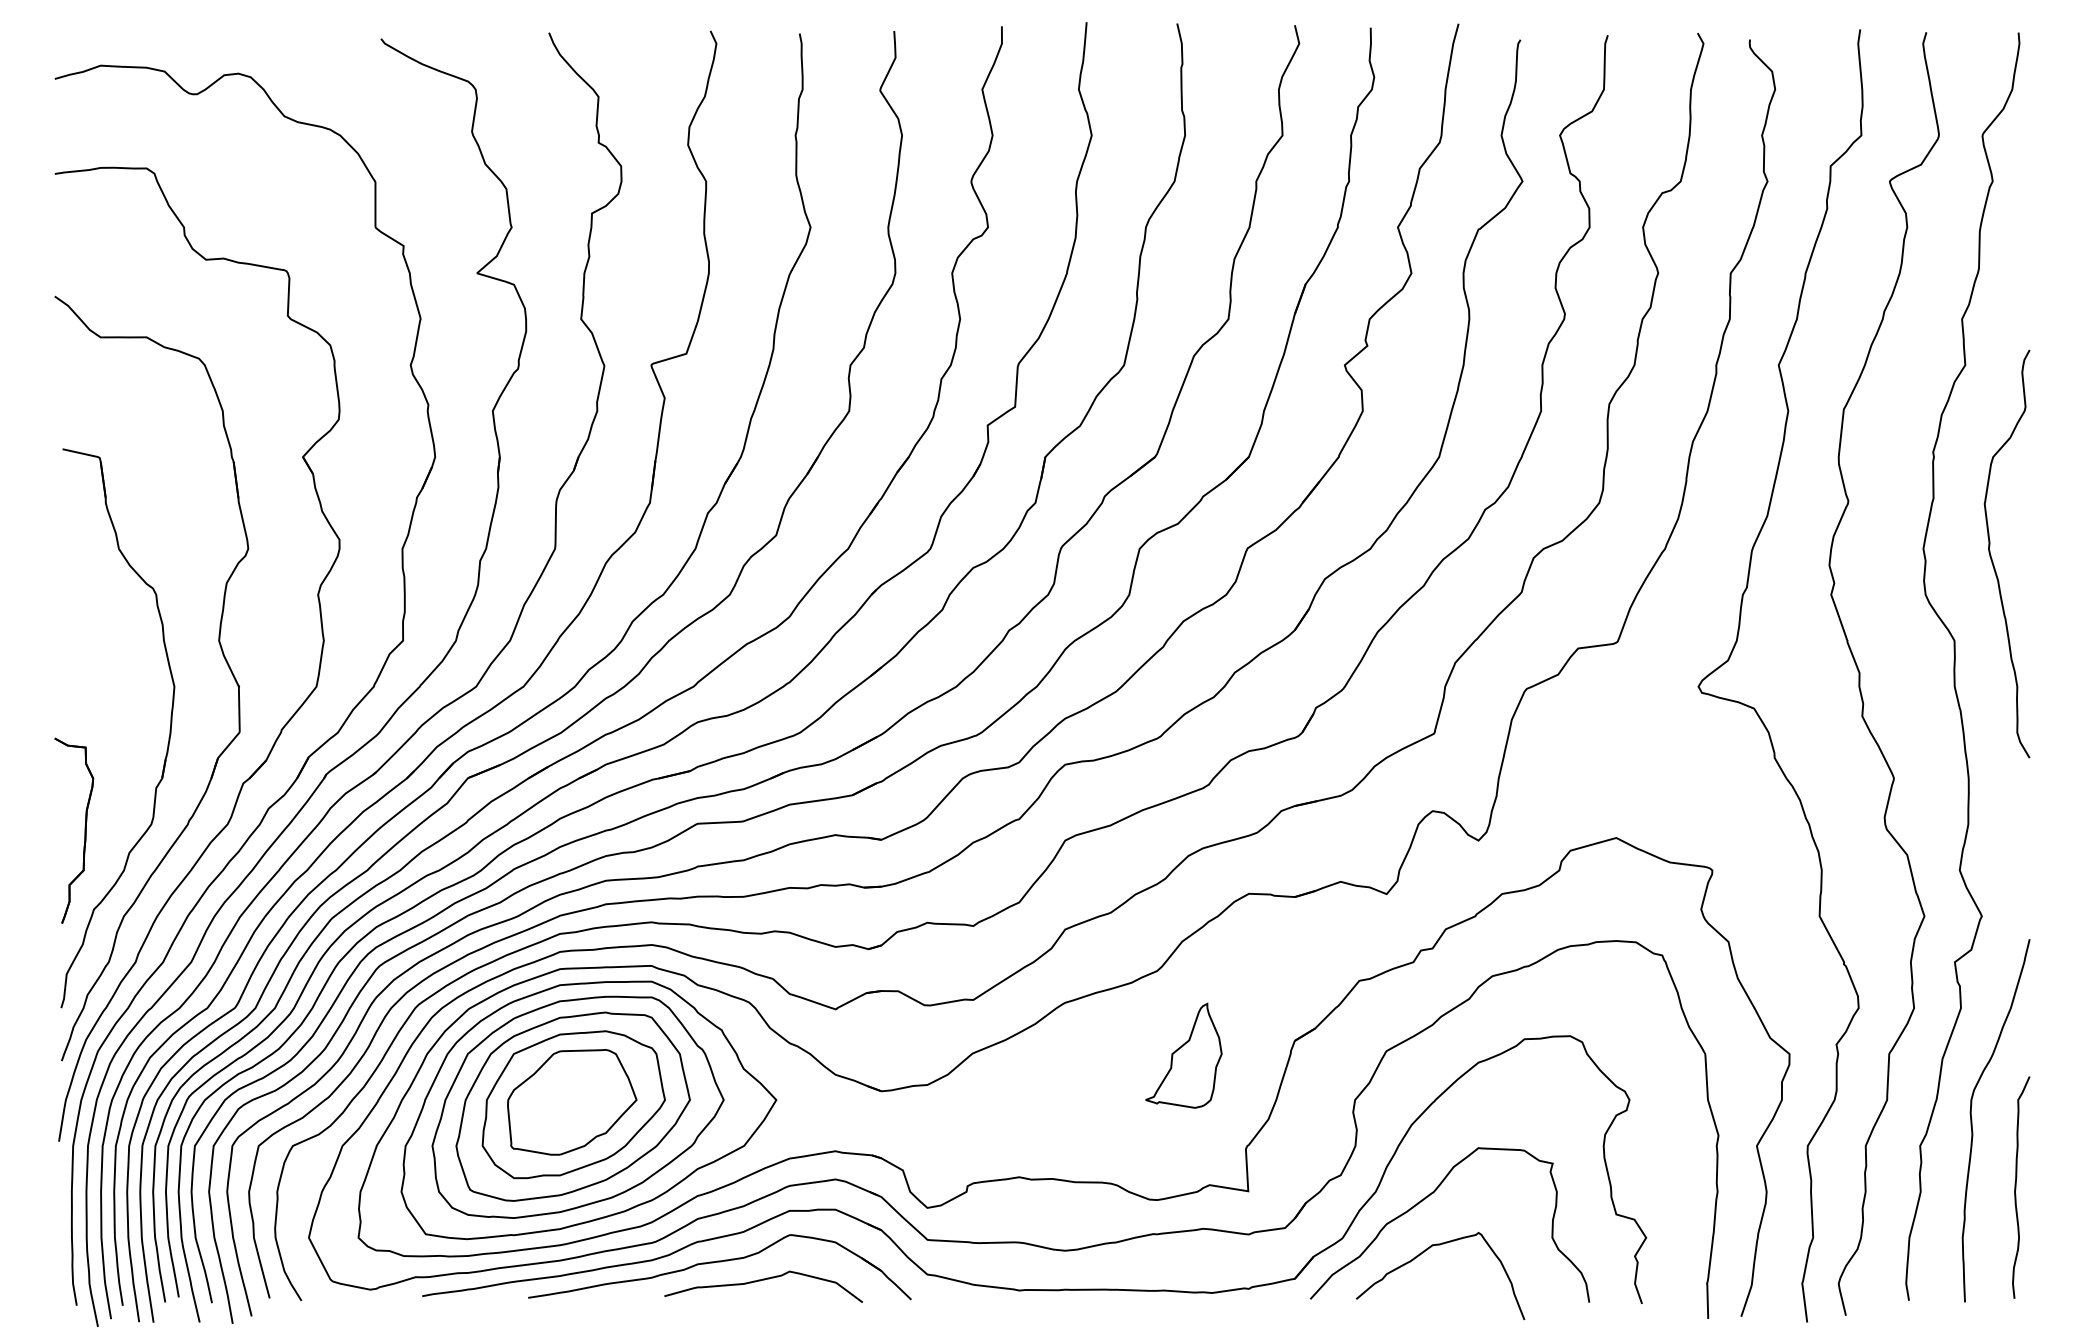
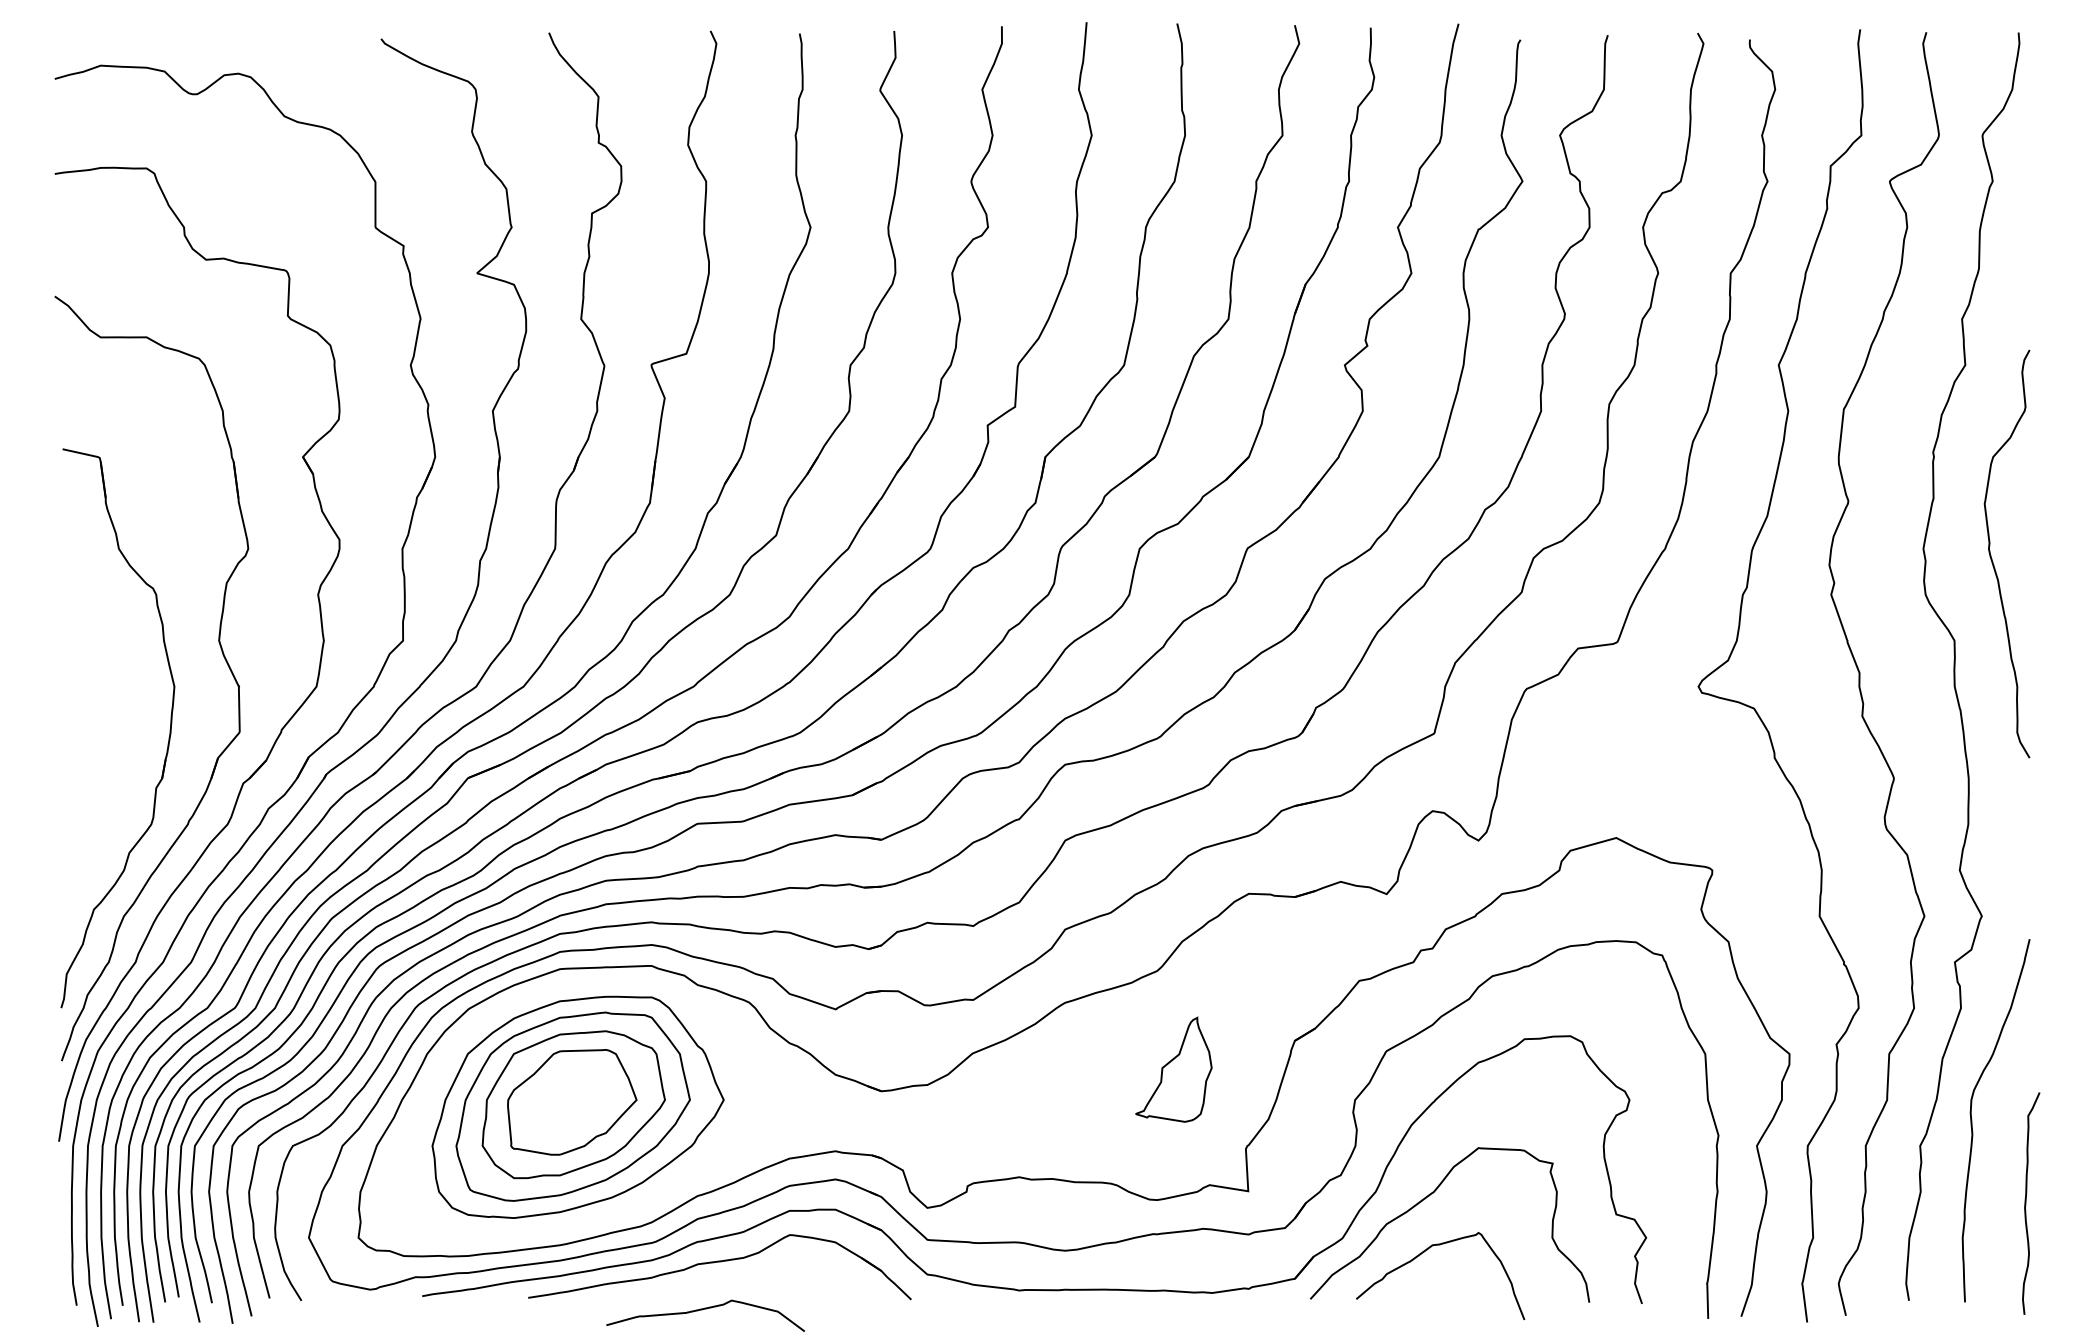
part at (84, 830): present -> none
part at (1183, 1055) position: (1183, 1055) -> (1173, 1069)
part at (588, 1110): present -> none
curve at (2016, 1187) position: (2016, 1187) -> (2026, 1203)
curve at (760, 1281) position: (760, 1281) -> (702, 1310)
